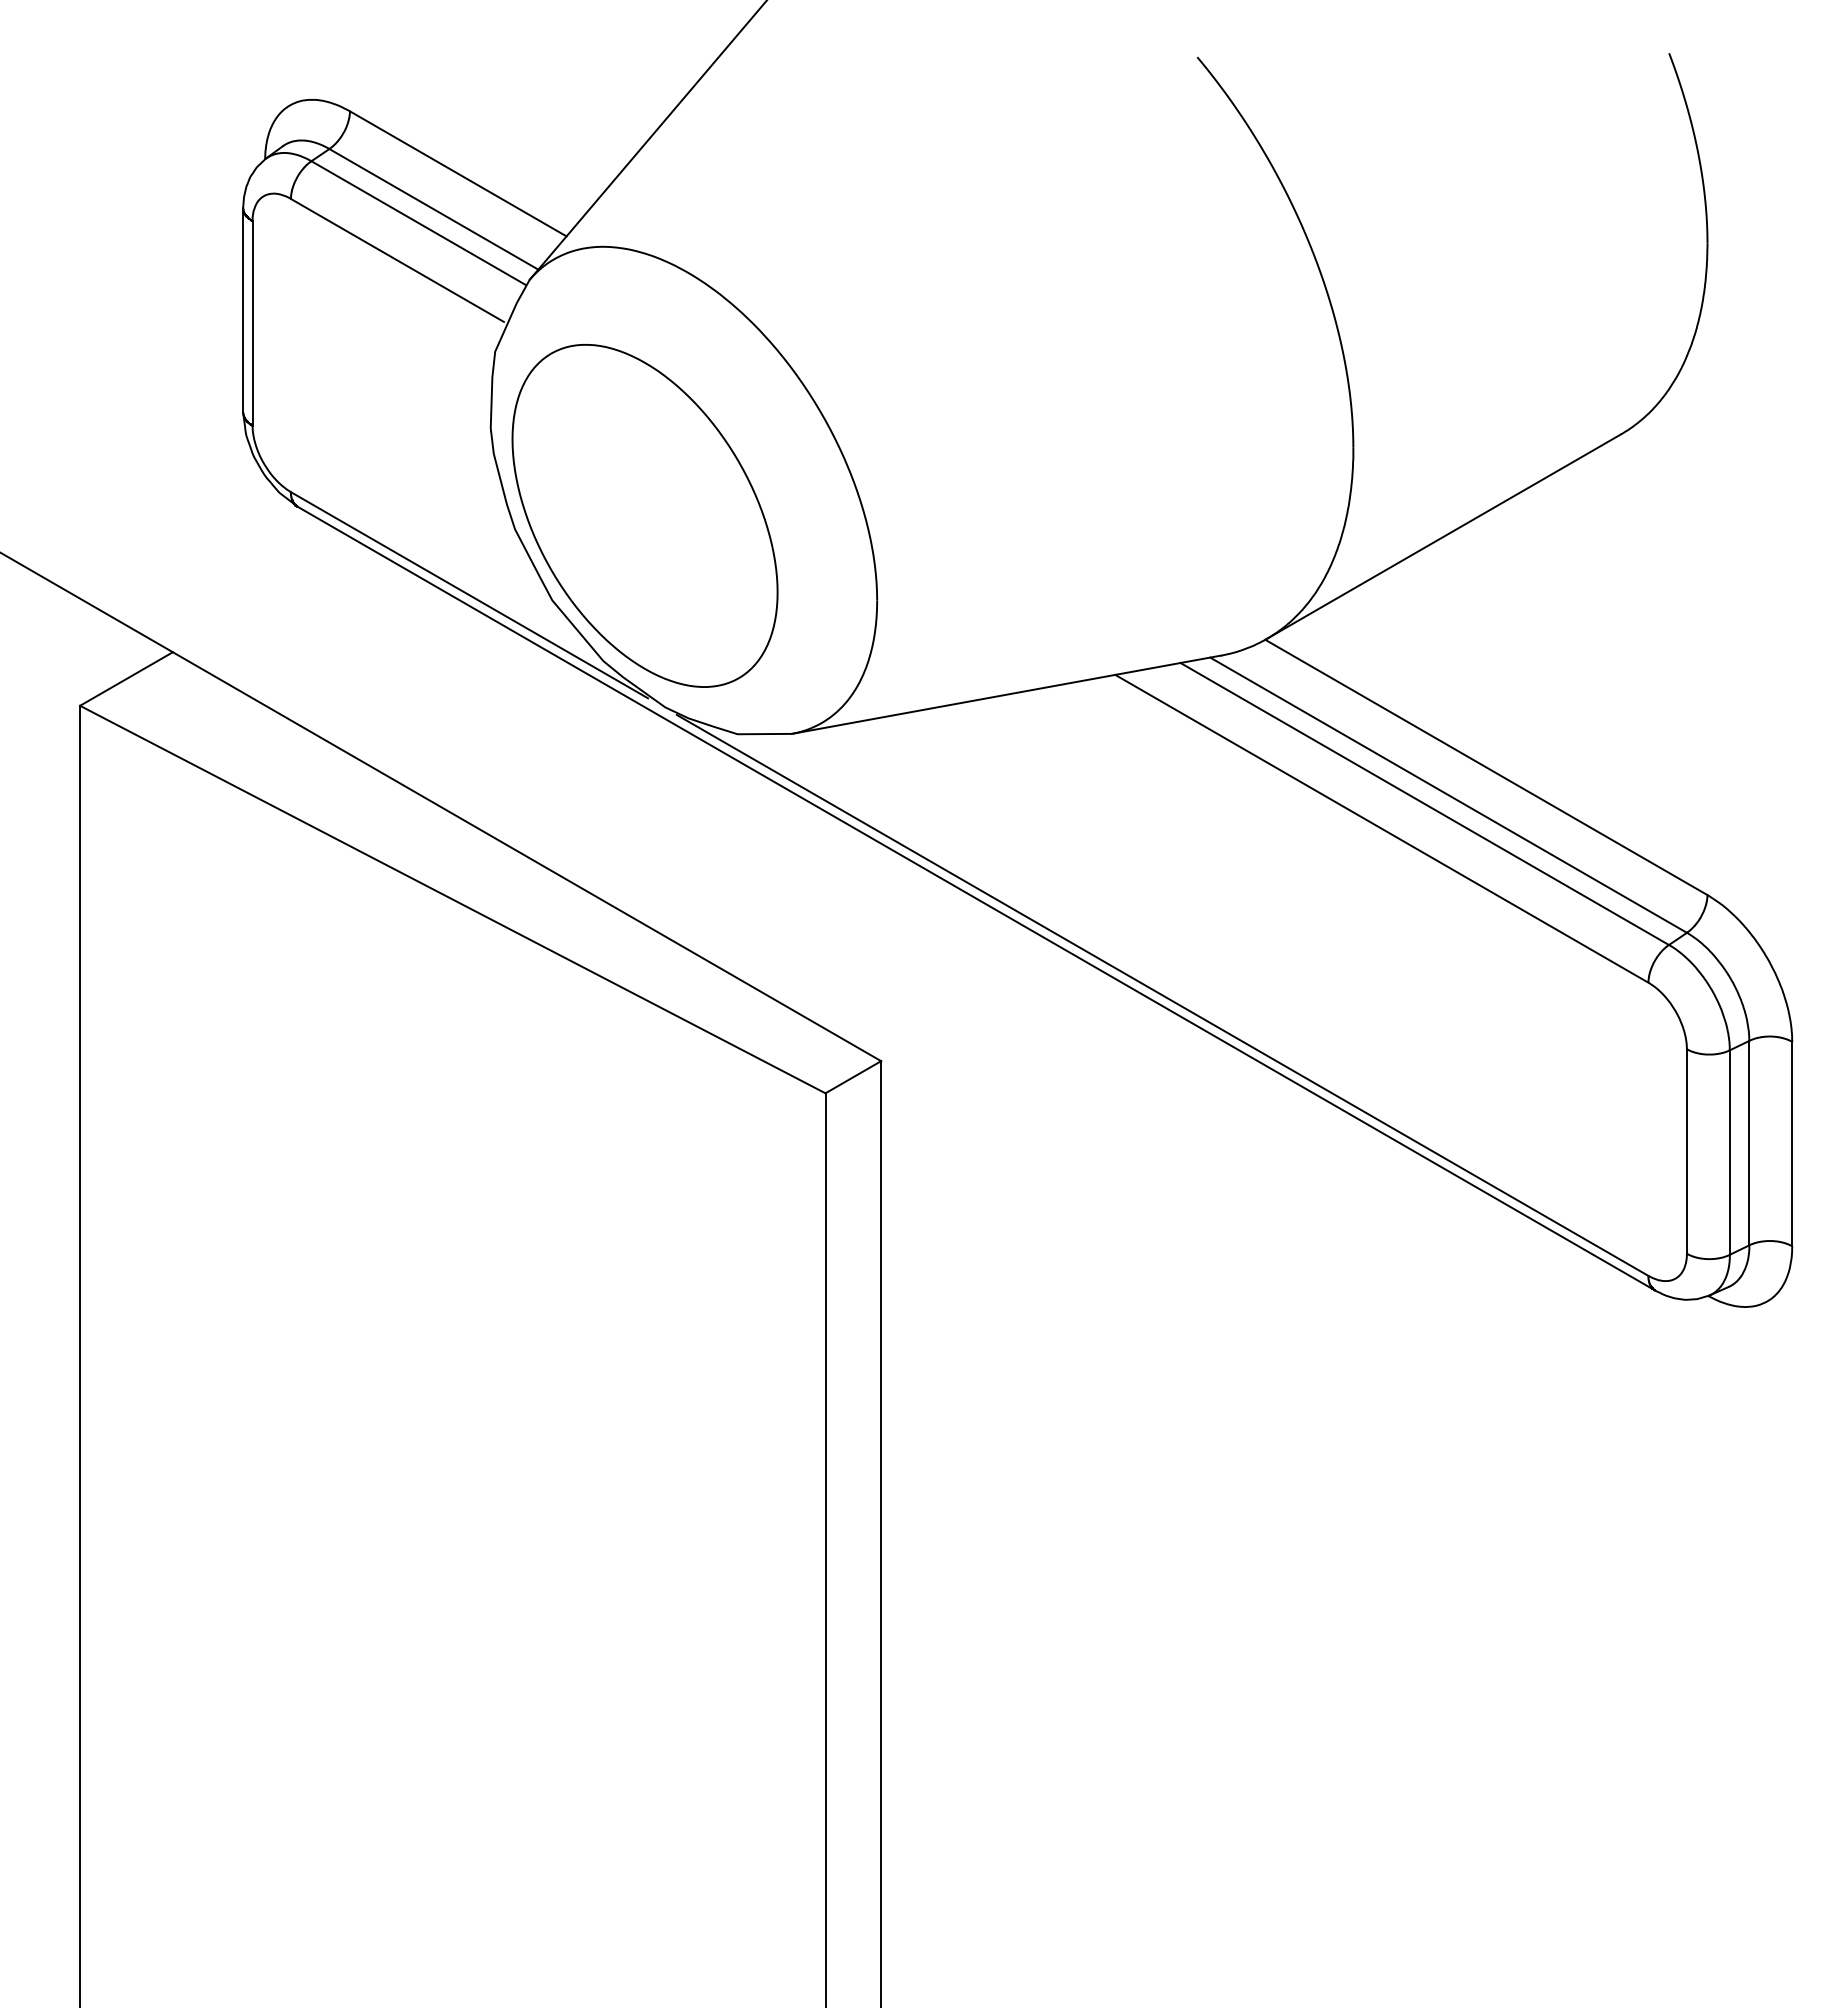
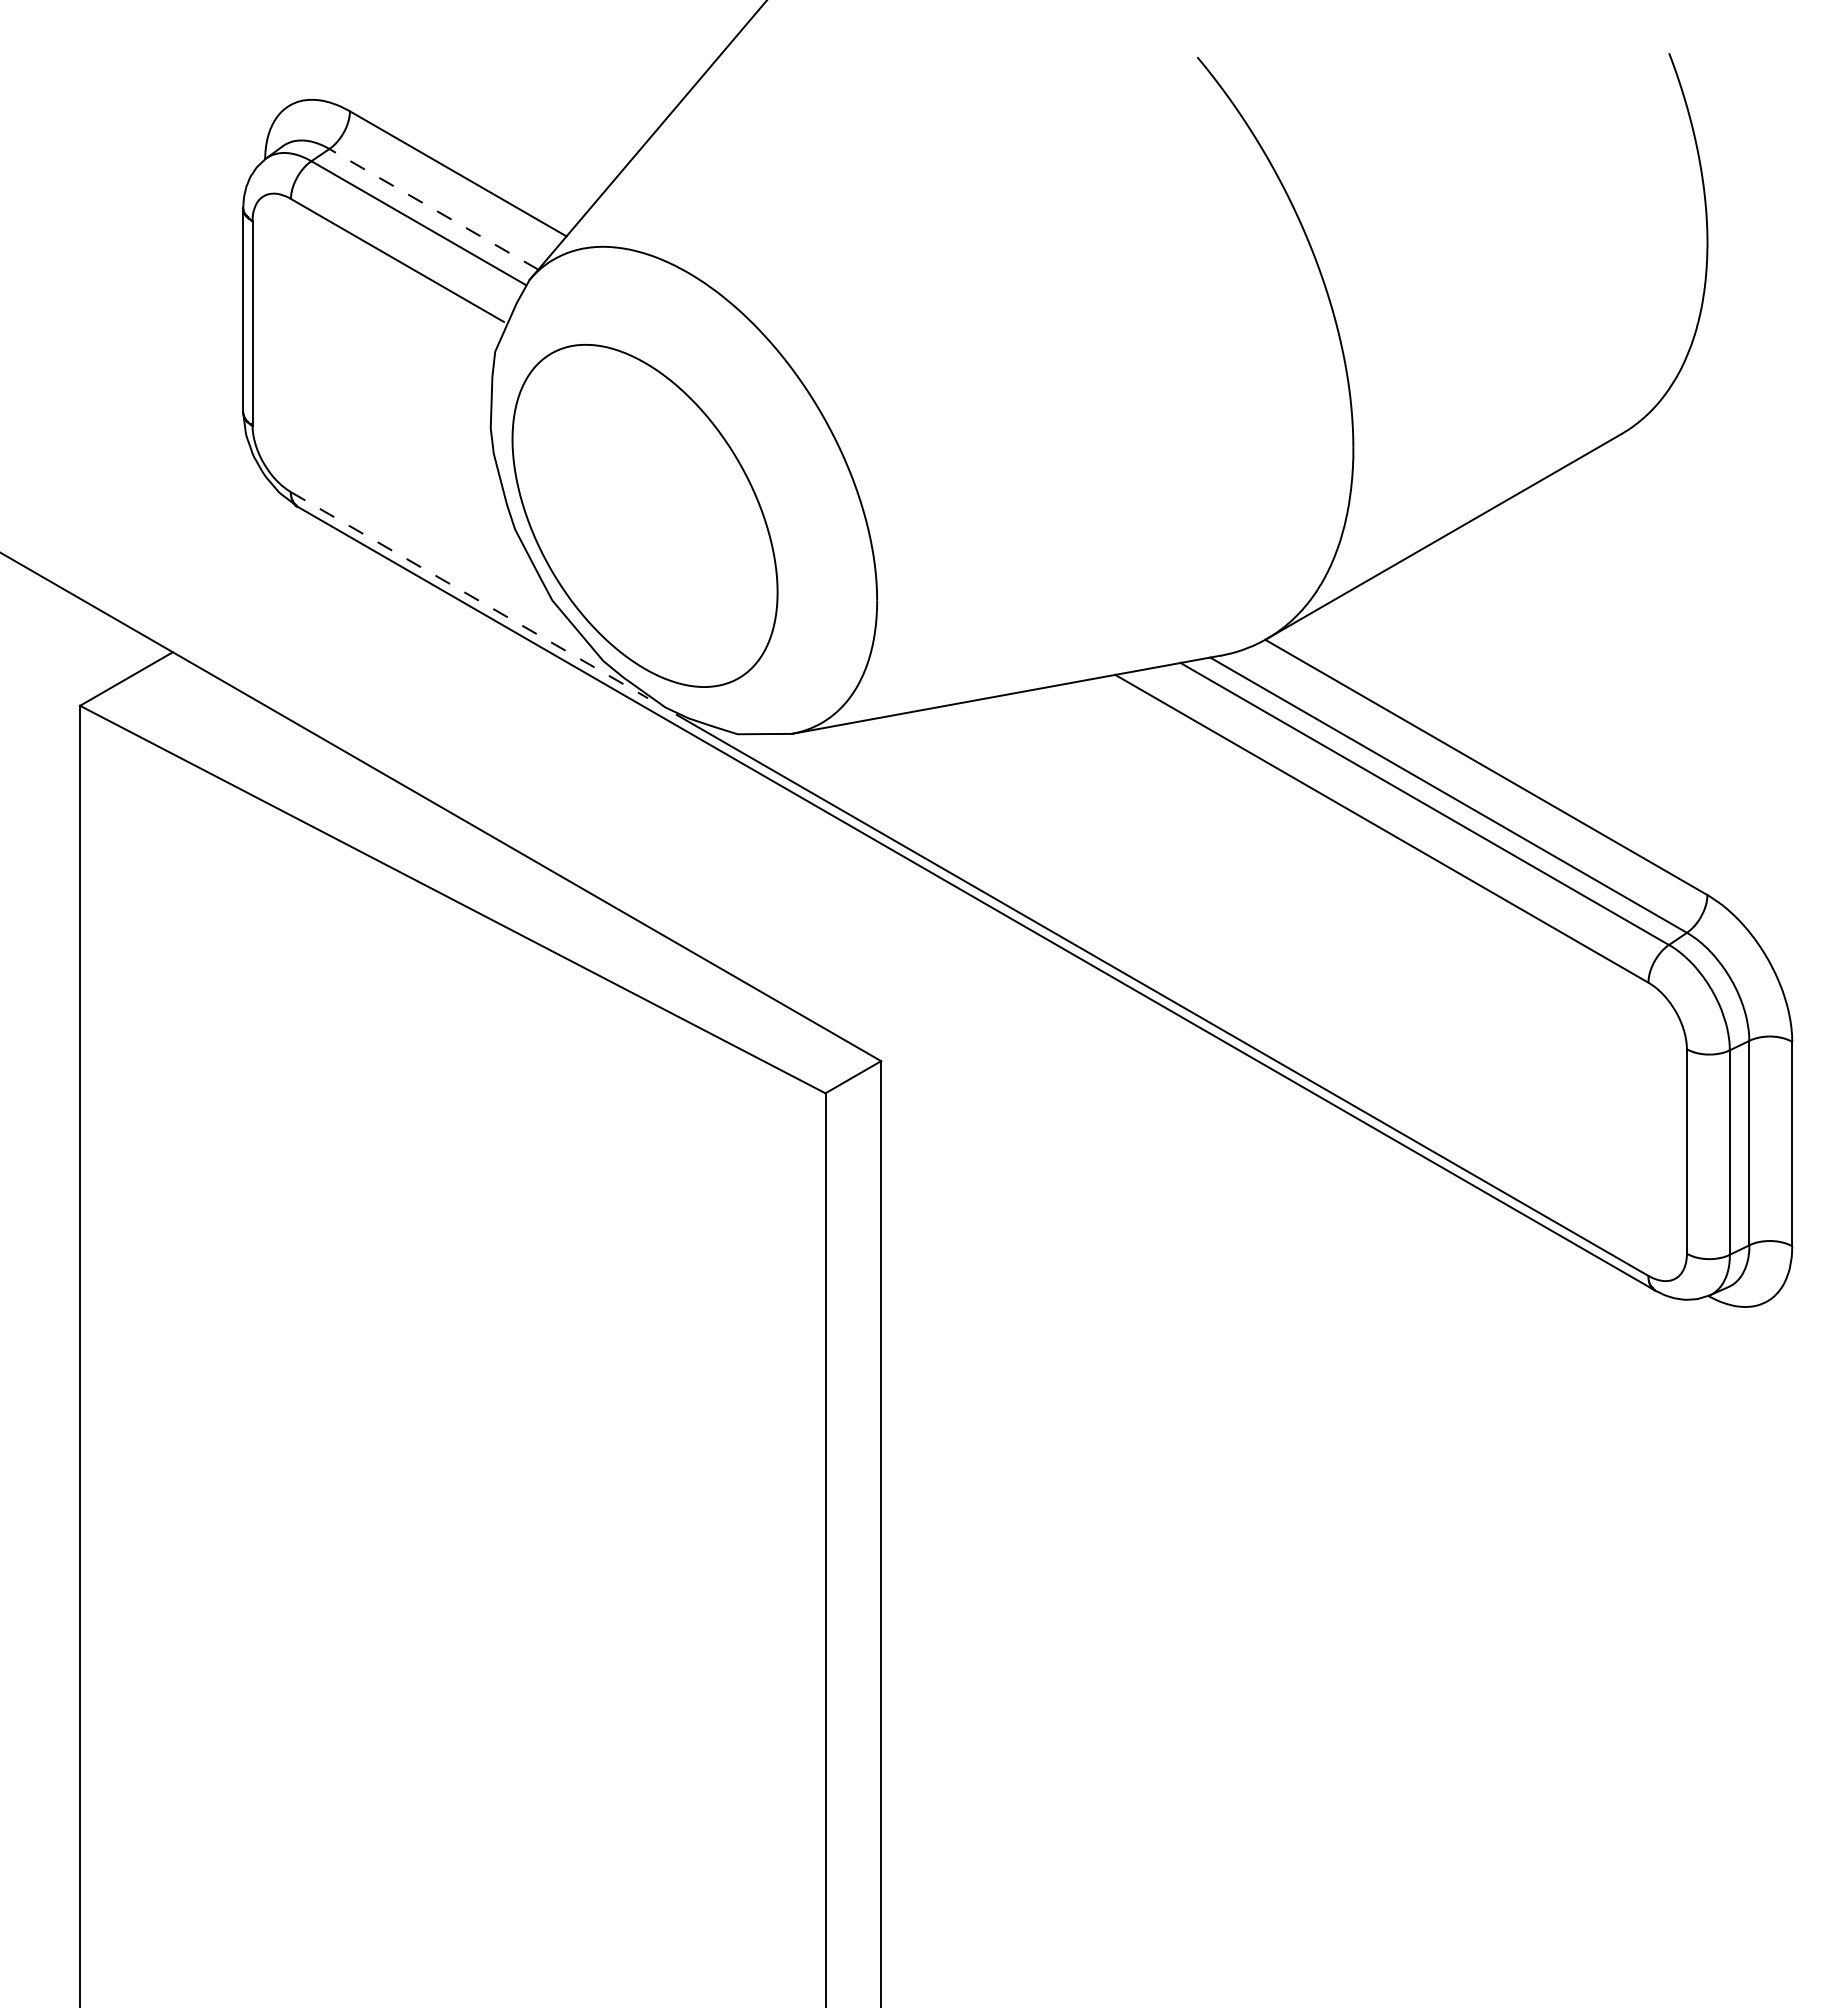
line at (433, 209): solid -> dashed
line at (469, 595): solid -> dashed
